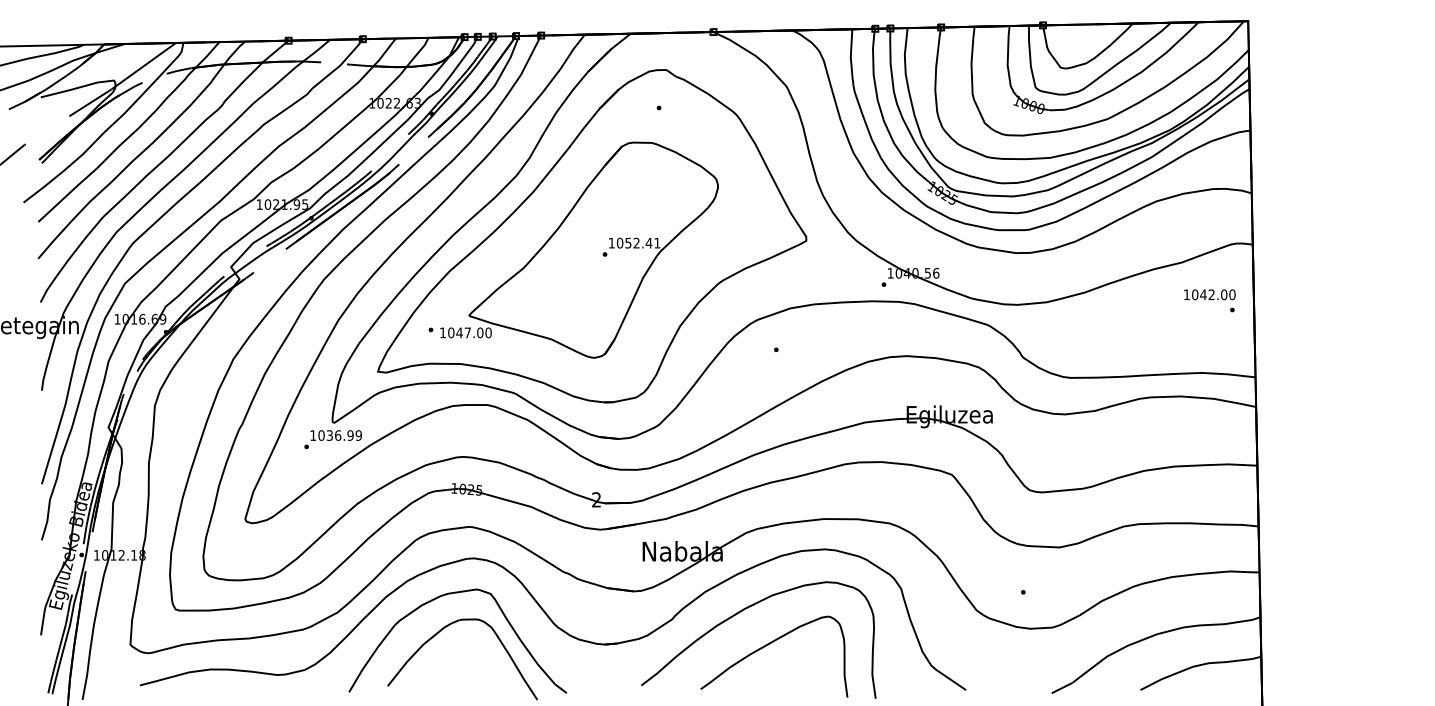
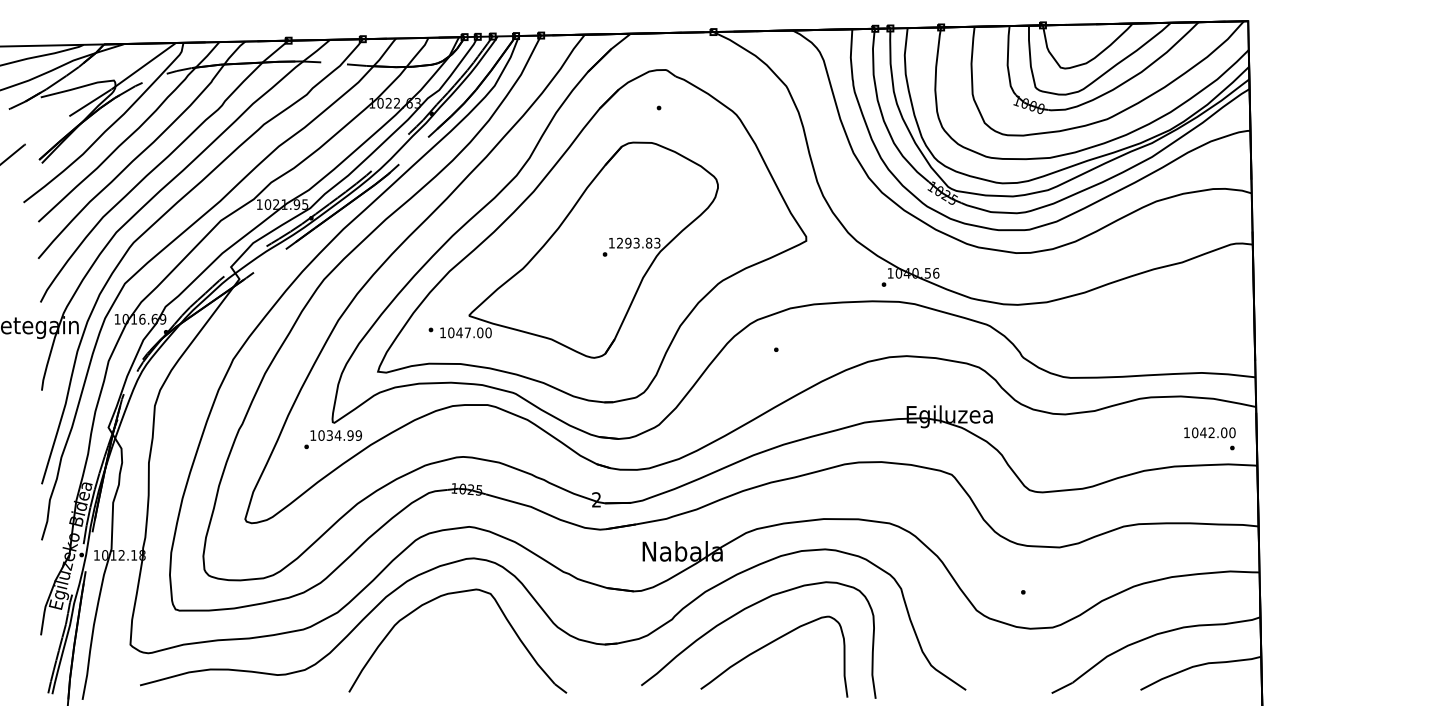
text at (638, 242): 1052.41 -> 1293.83
text at (1209, 300) position: (1209, 300) -> (1209, 438)
text at (337, 435): 1036.99 -> 1034.99
part at (441, 631): present -> none
